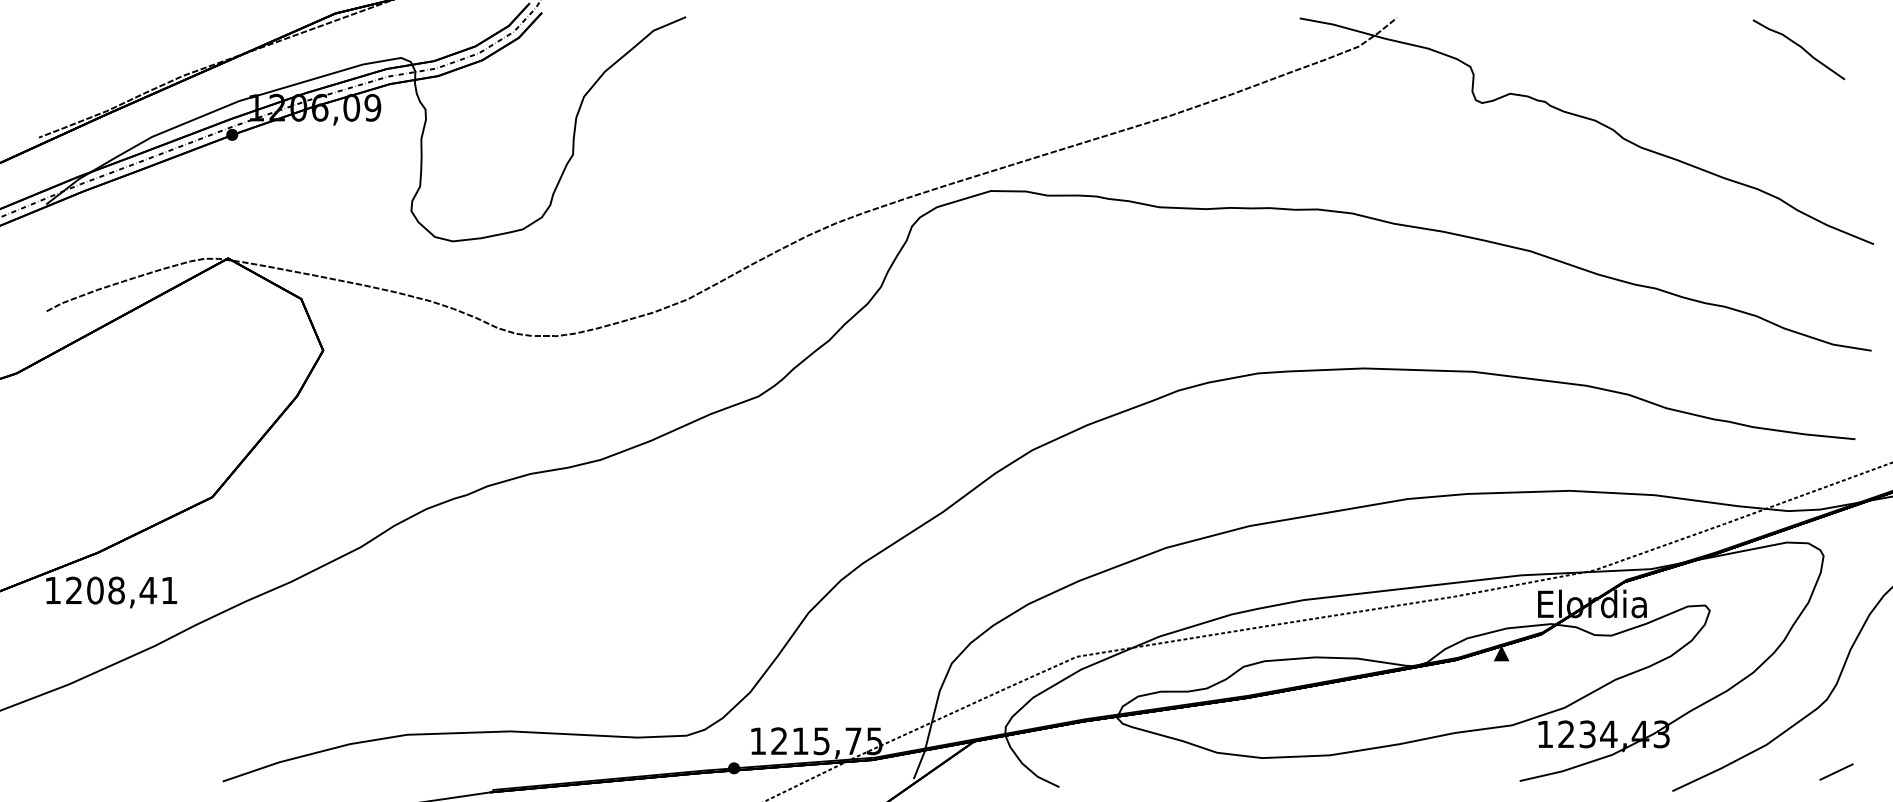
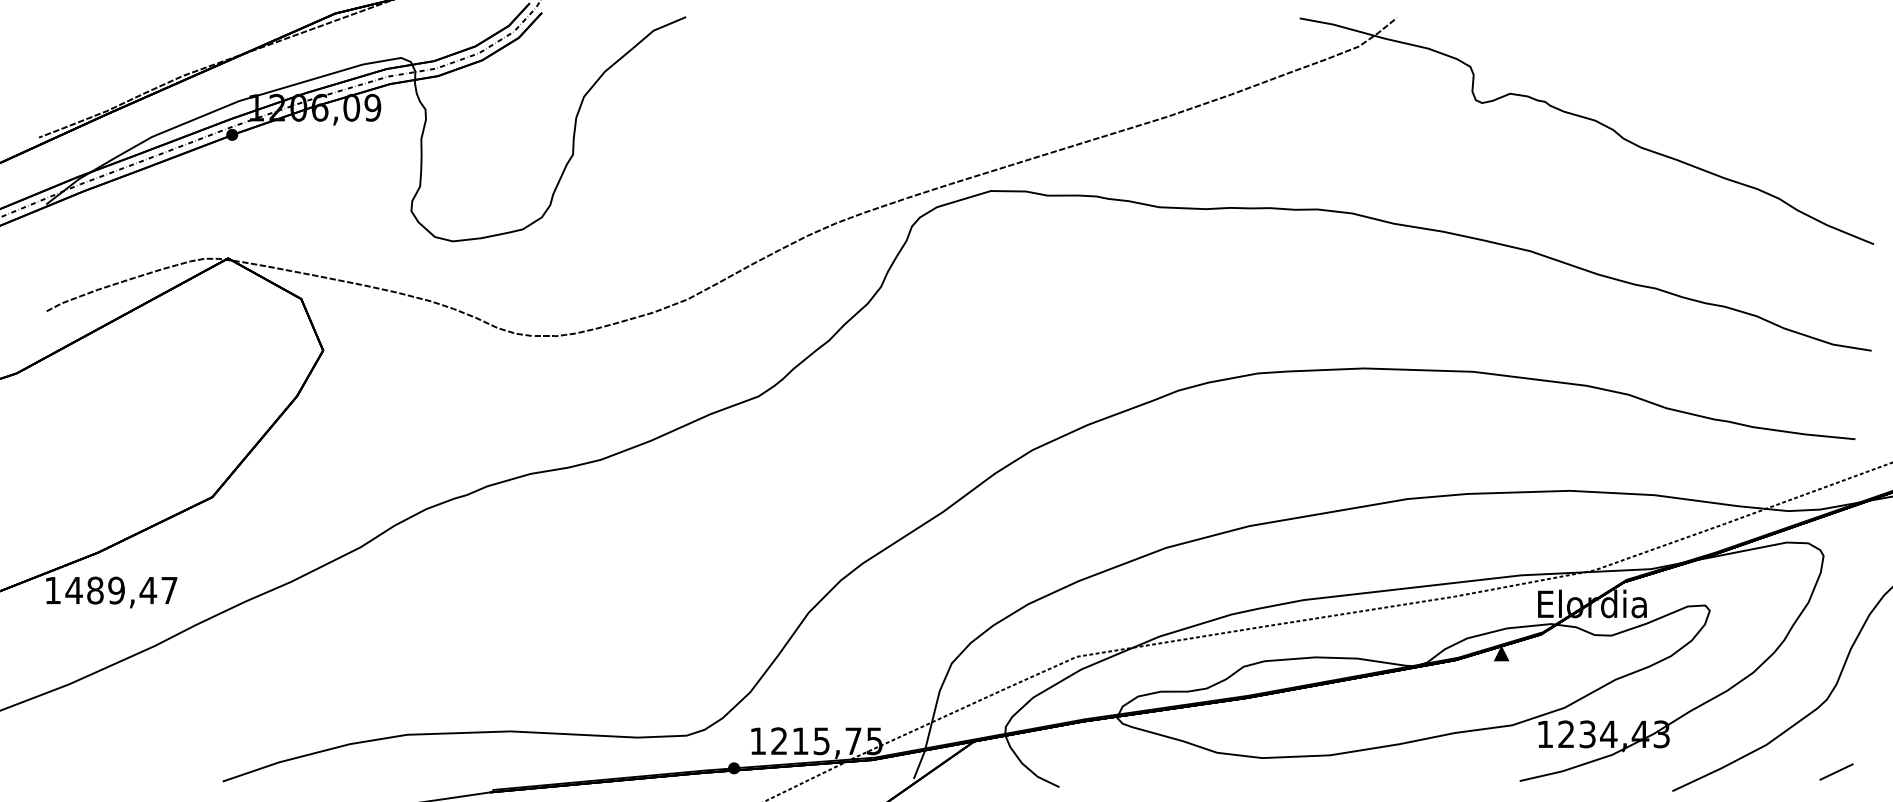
curve at (1800, 47): present -> none
text at (121, 590): 1208,41 -> 1489,47
